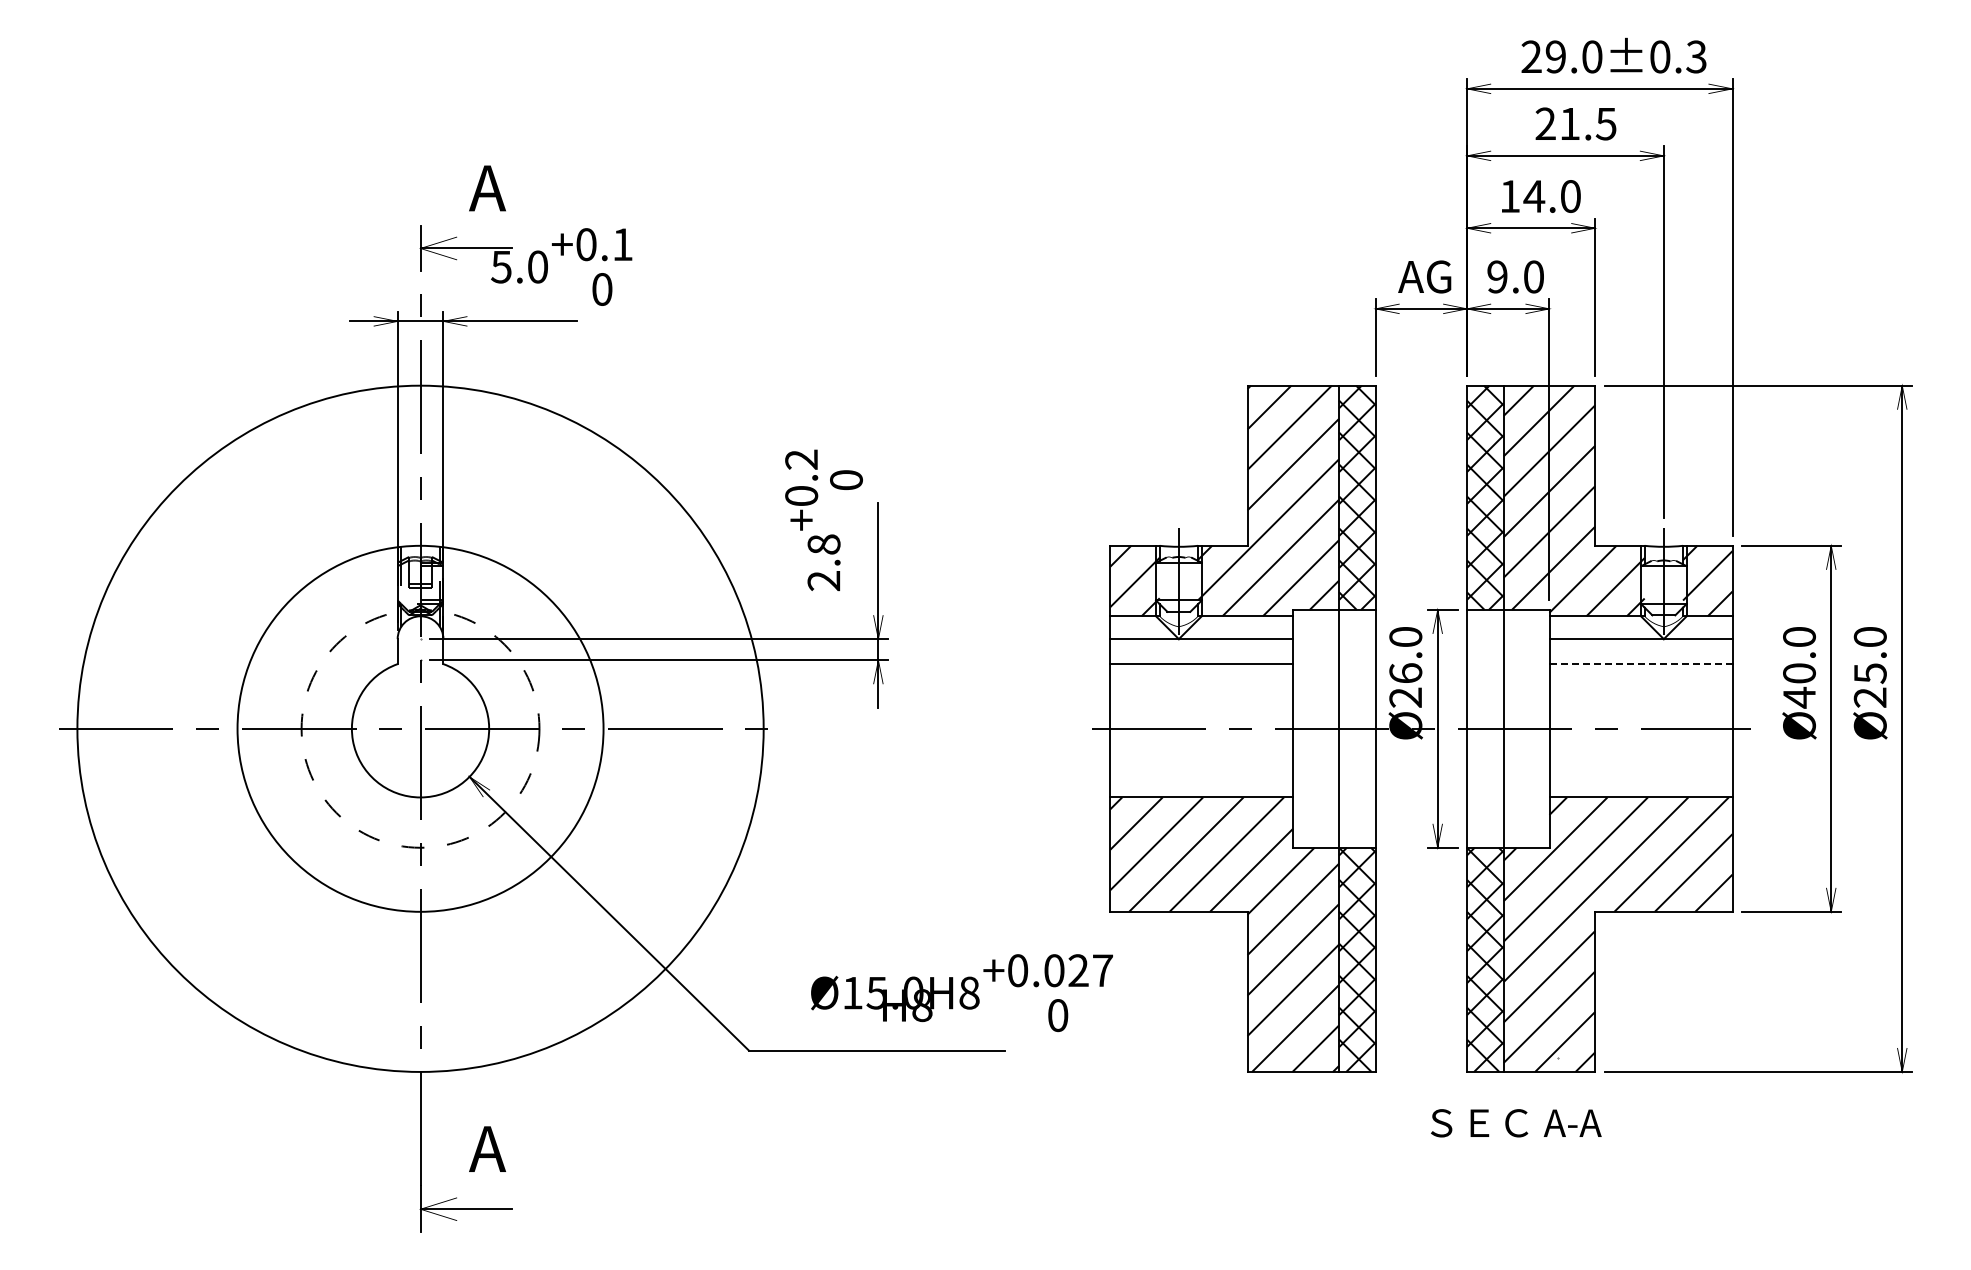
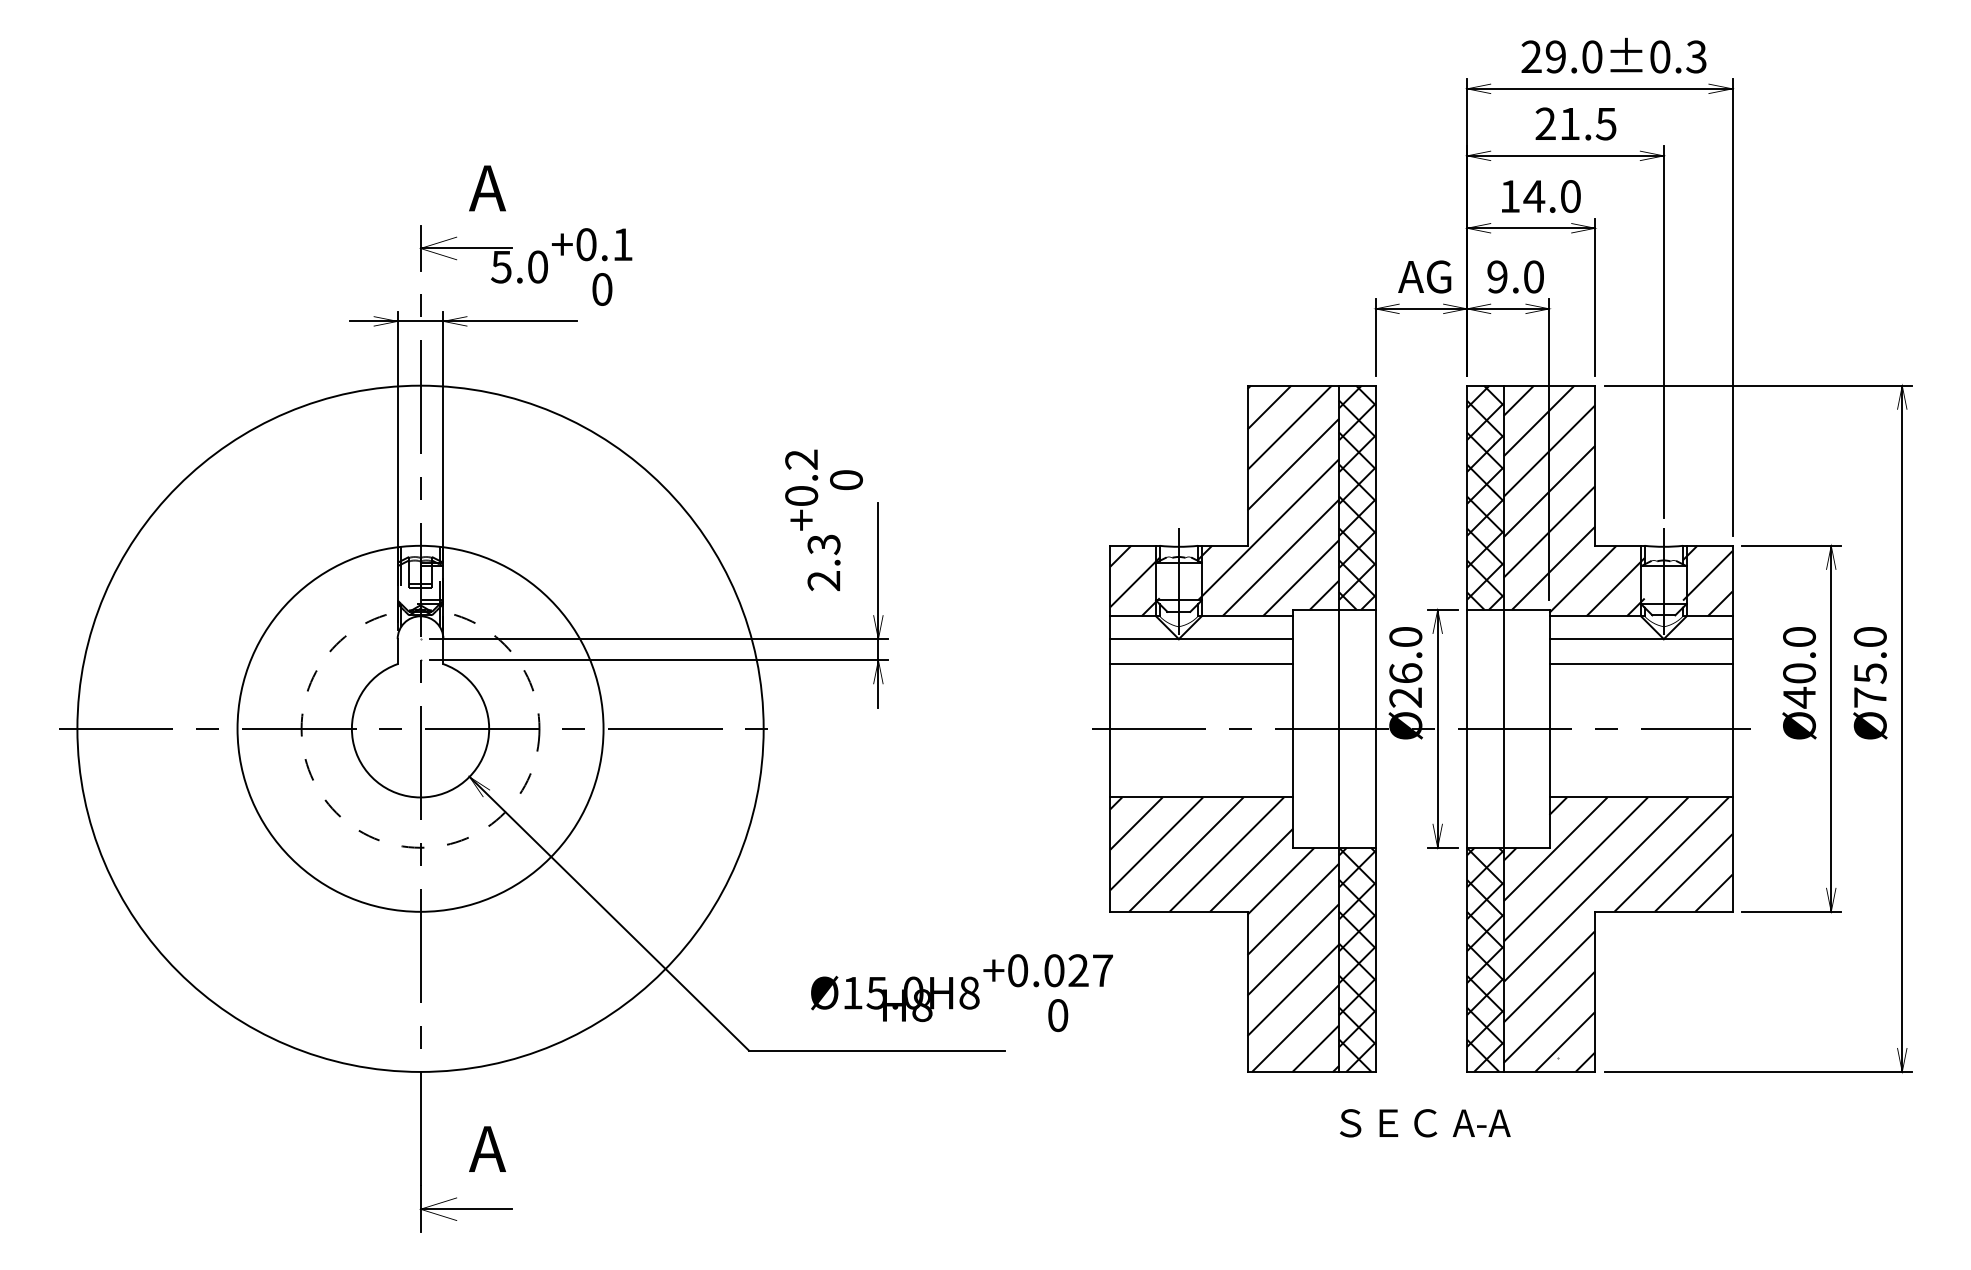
text at (823, 544): 2.8 -> 2.3
line at (1640, 664): dashed -> solid
text at (1869, 697): Ø25.0 -> Ø75.0
text at (1516, 1123) position: (1516, 1123) -> (1425, 1123)
